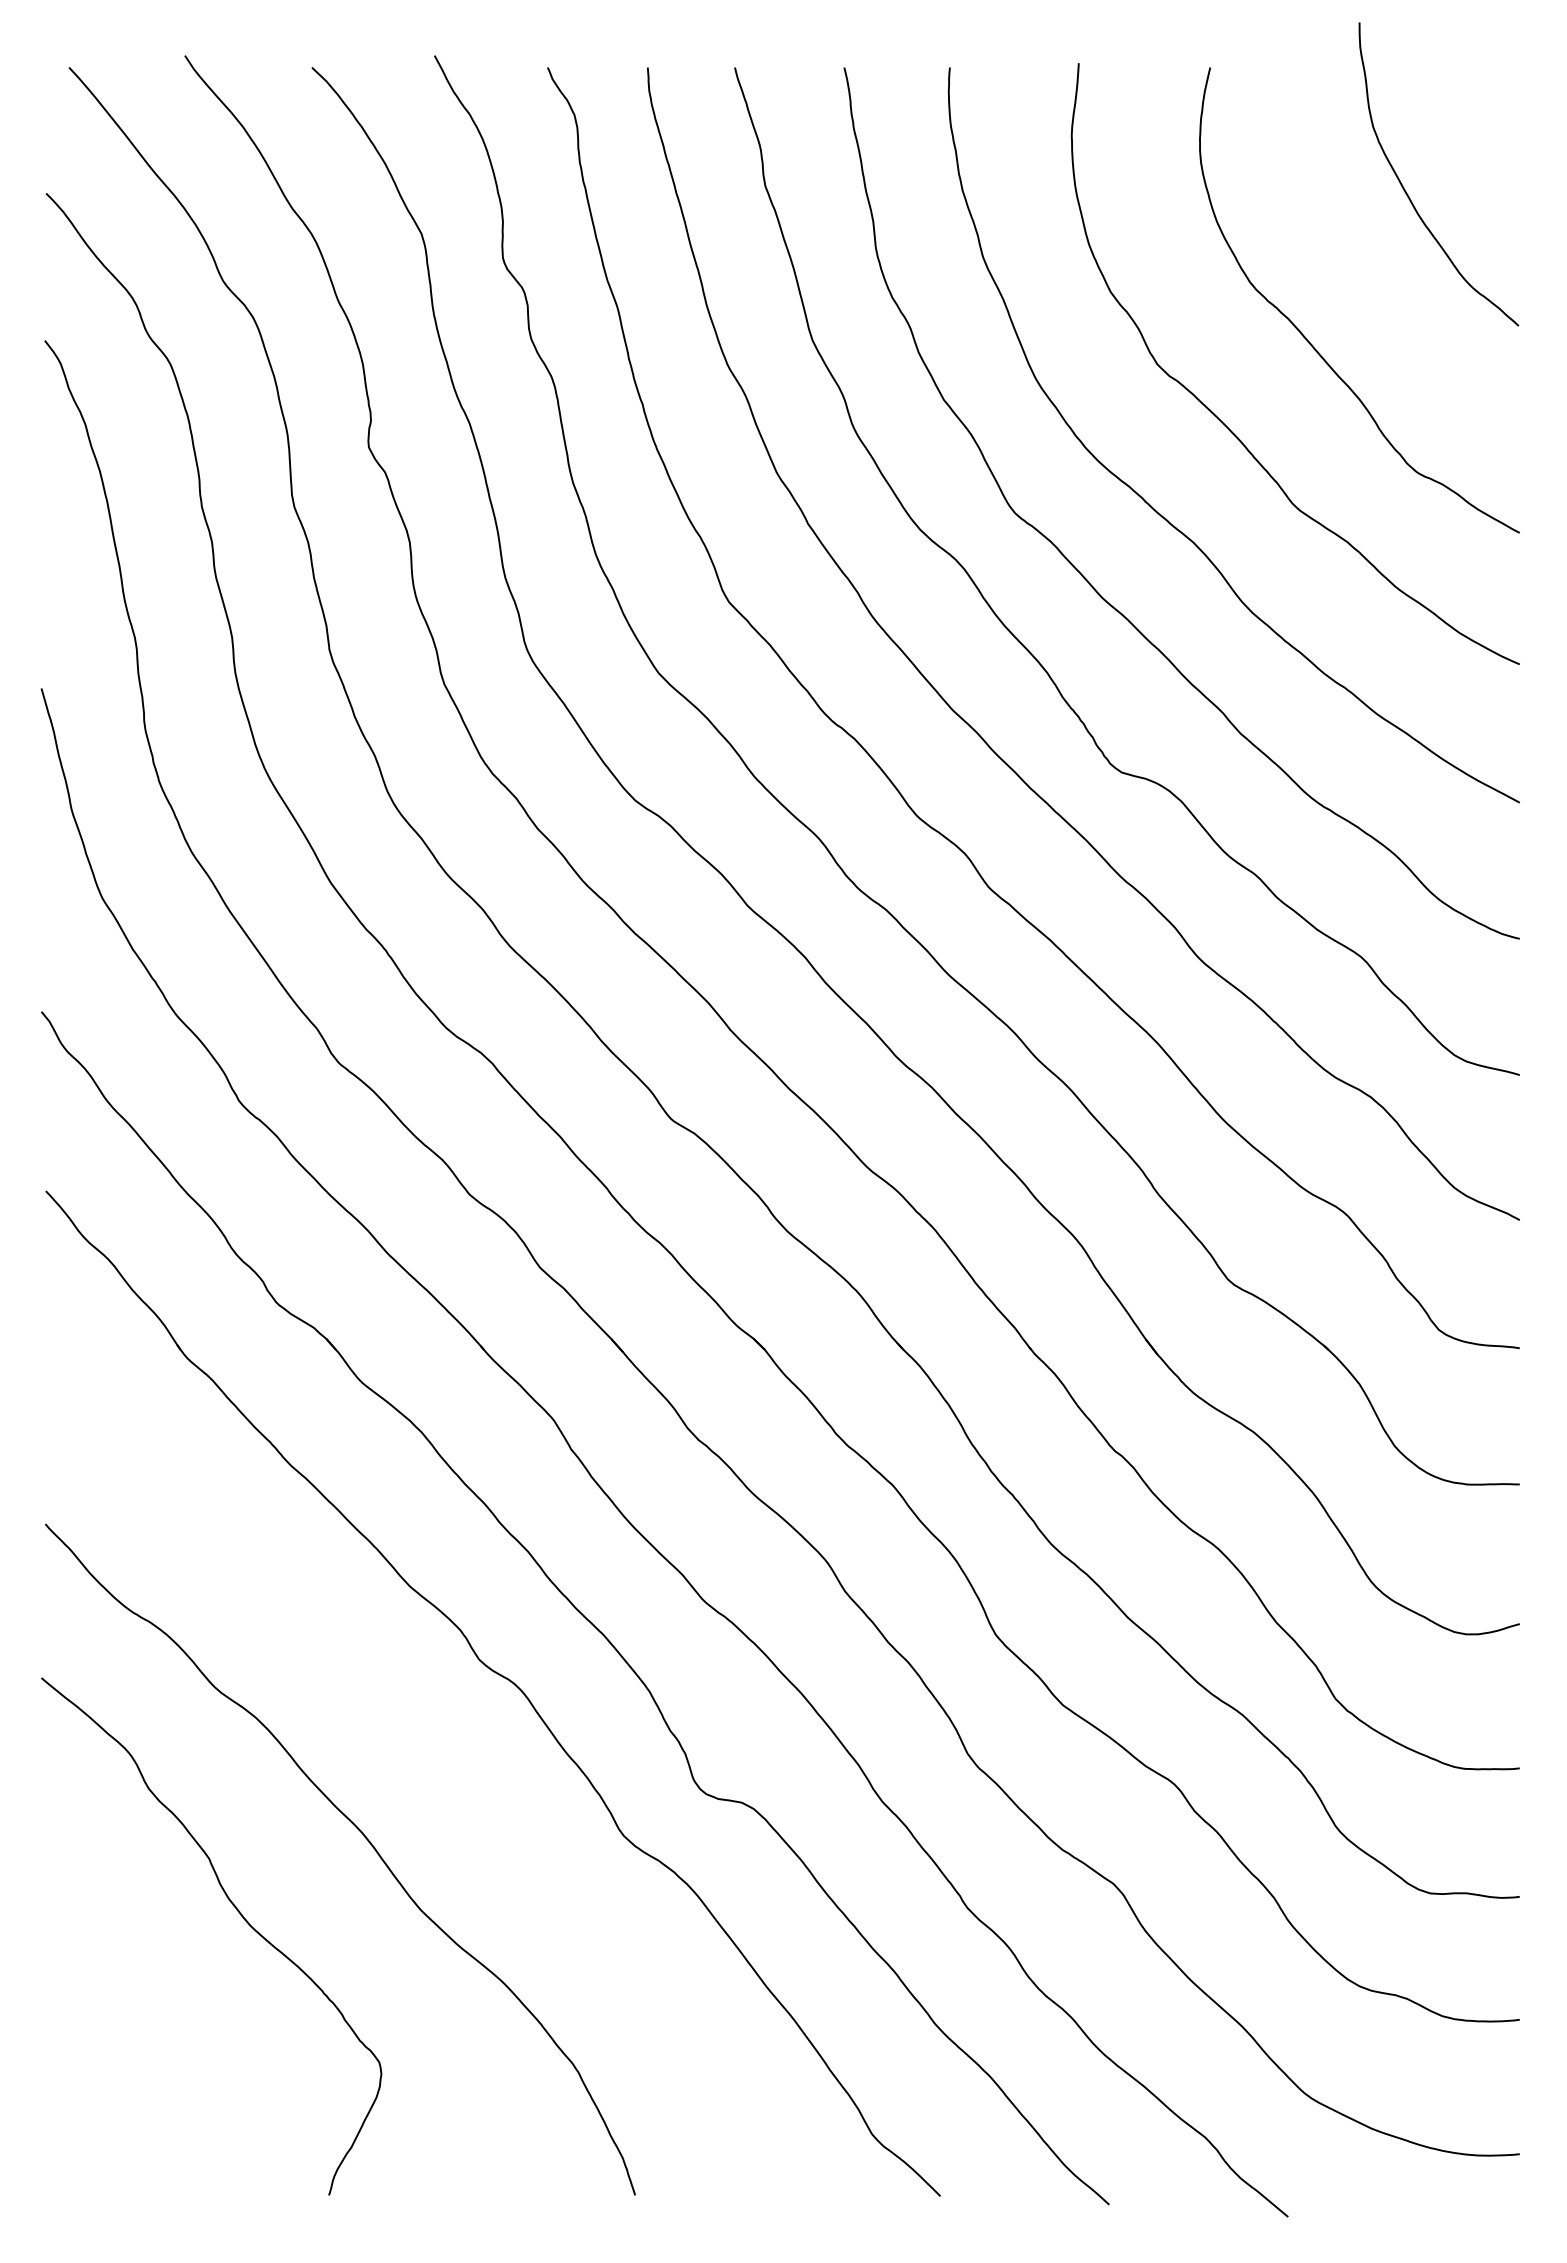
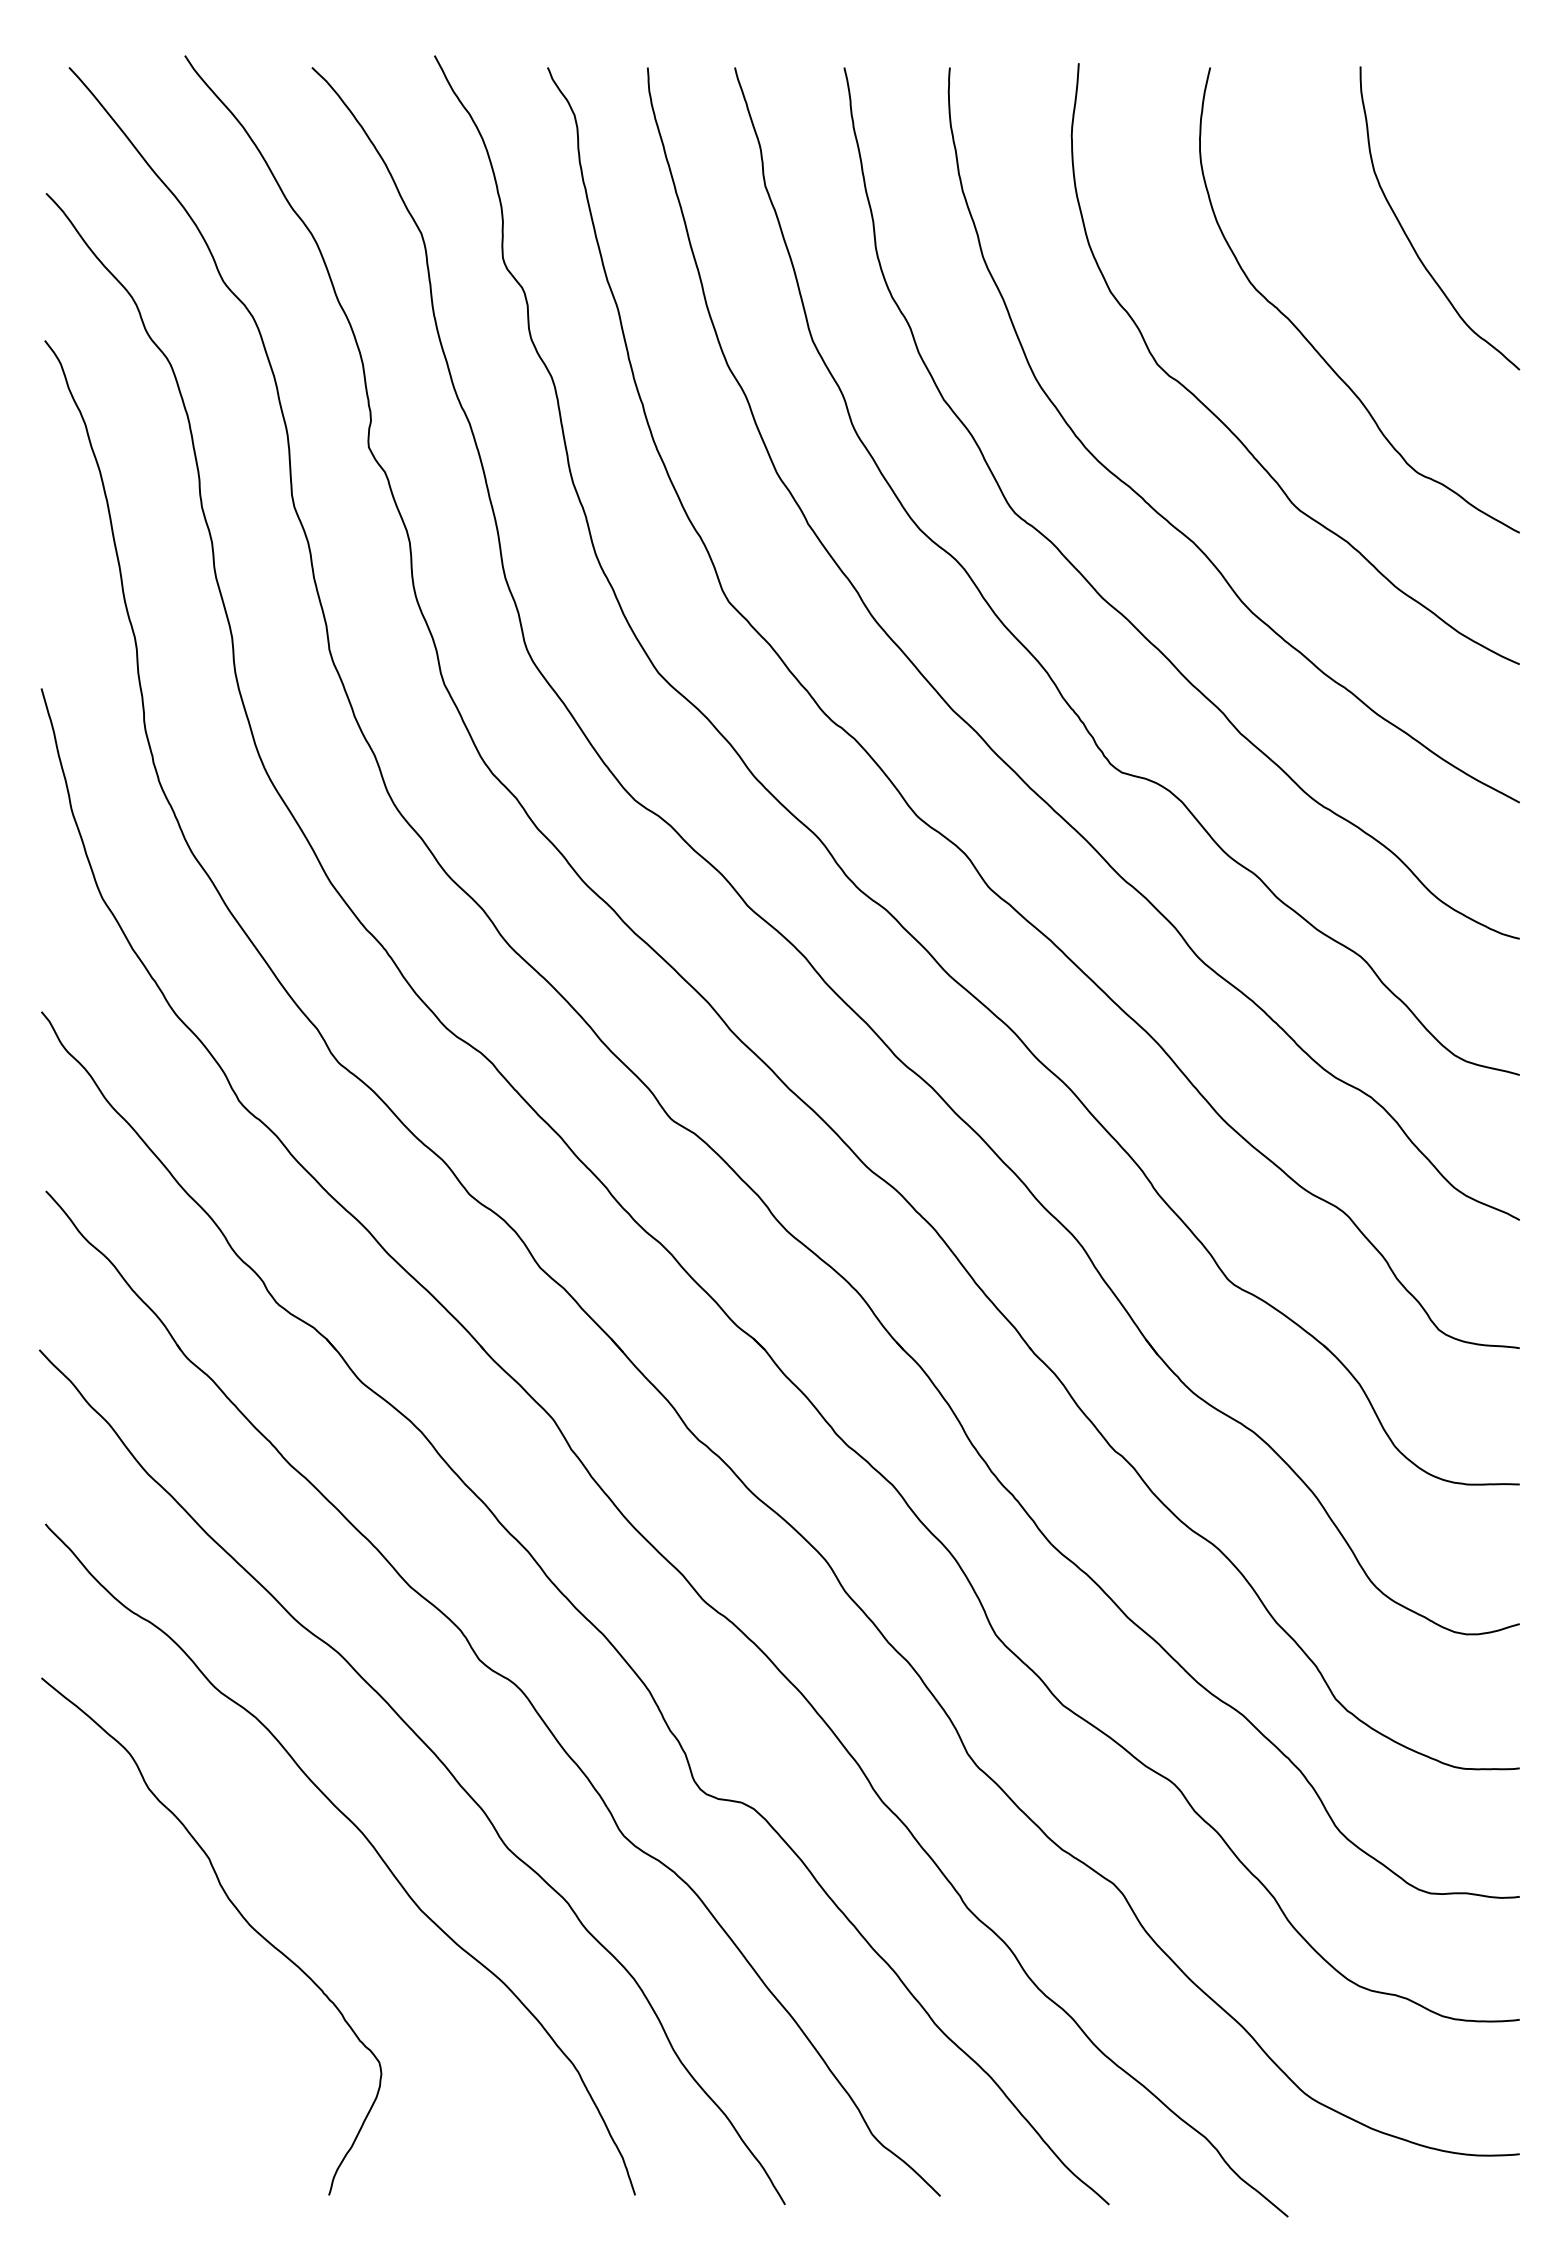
curve at (1408, 194) position: (1408, 194) -> (1409, 238)
curve at (433, 1754): none -> present
